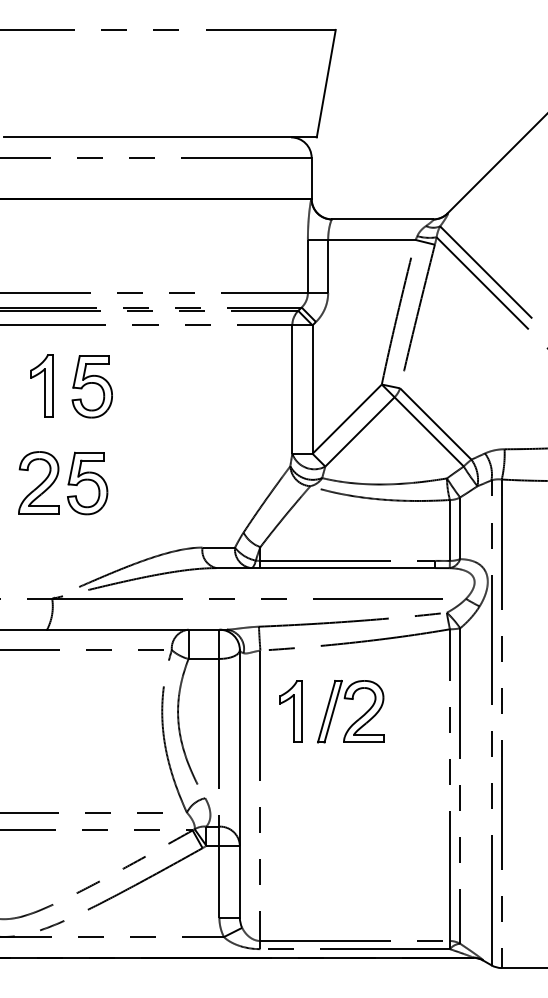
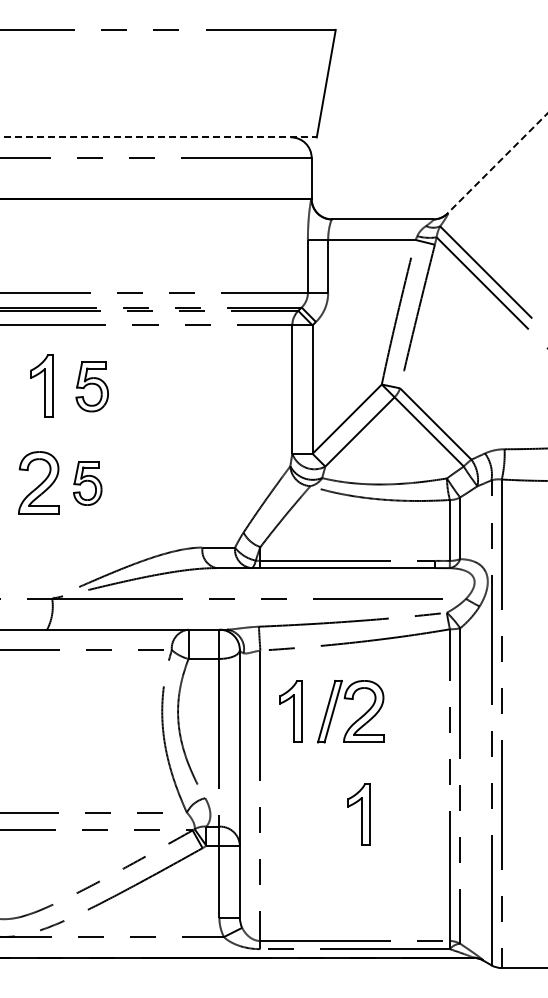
line at (160, 137): solid -> dashed
line at (497, 163): solid -> dashed
part at (91, 386) size: 42x64 px -> 34x52 px
part at (87, 483) size: 42x65 px -> 30x45 px
part at (358, 814): none -> present
